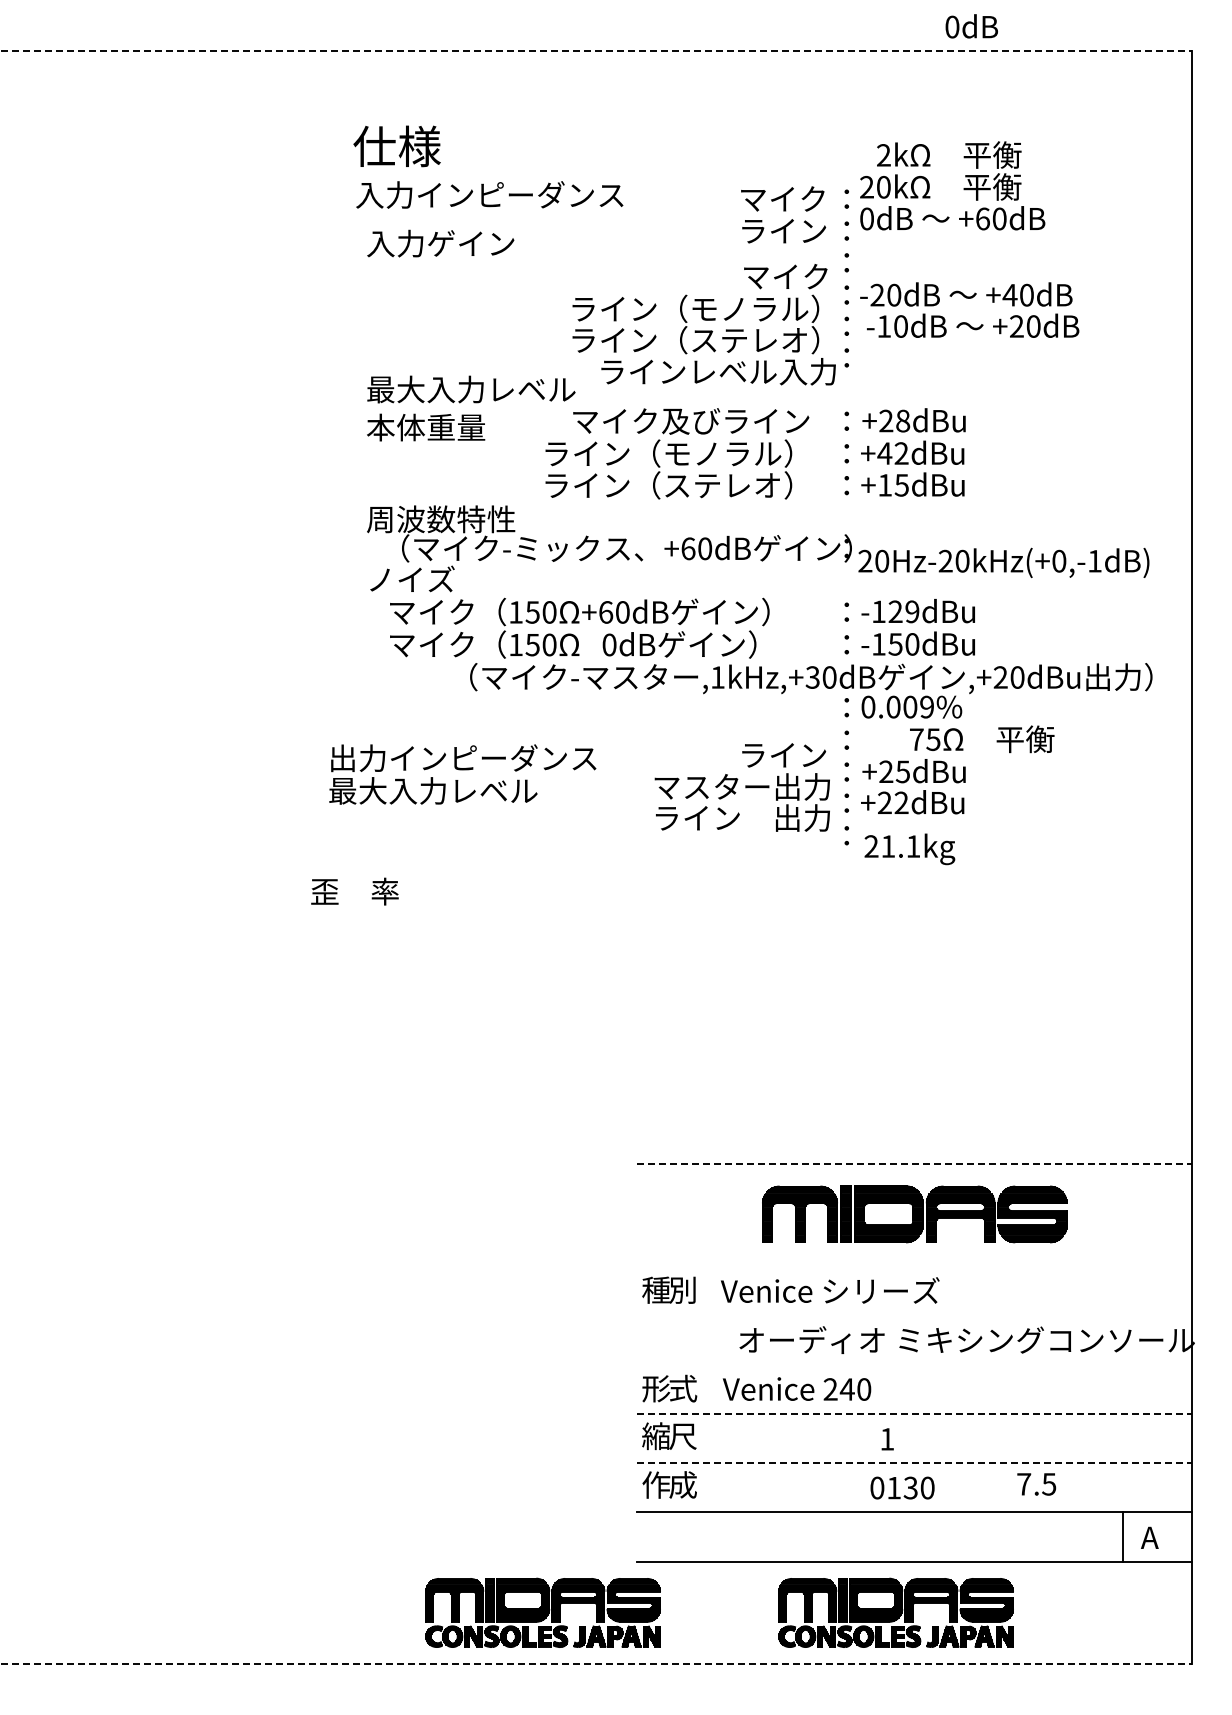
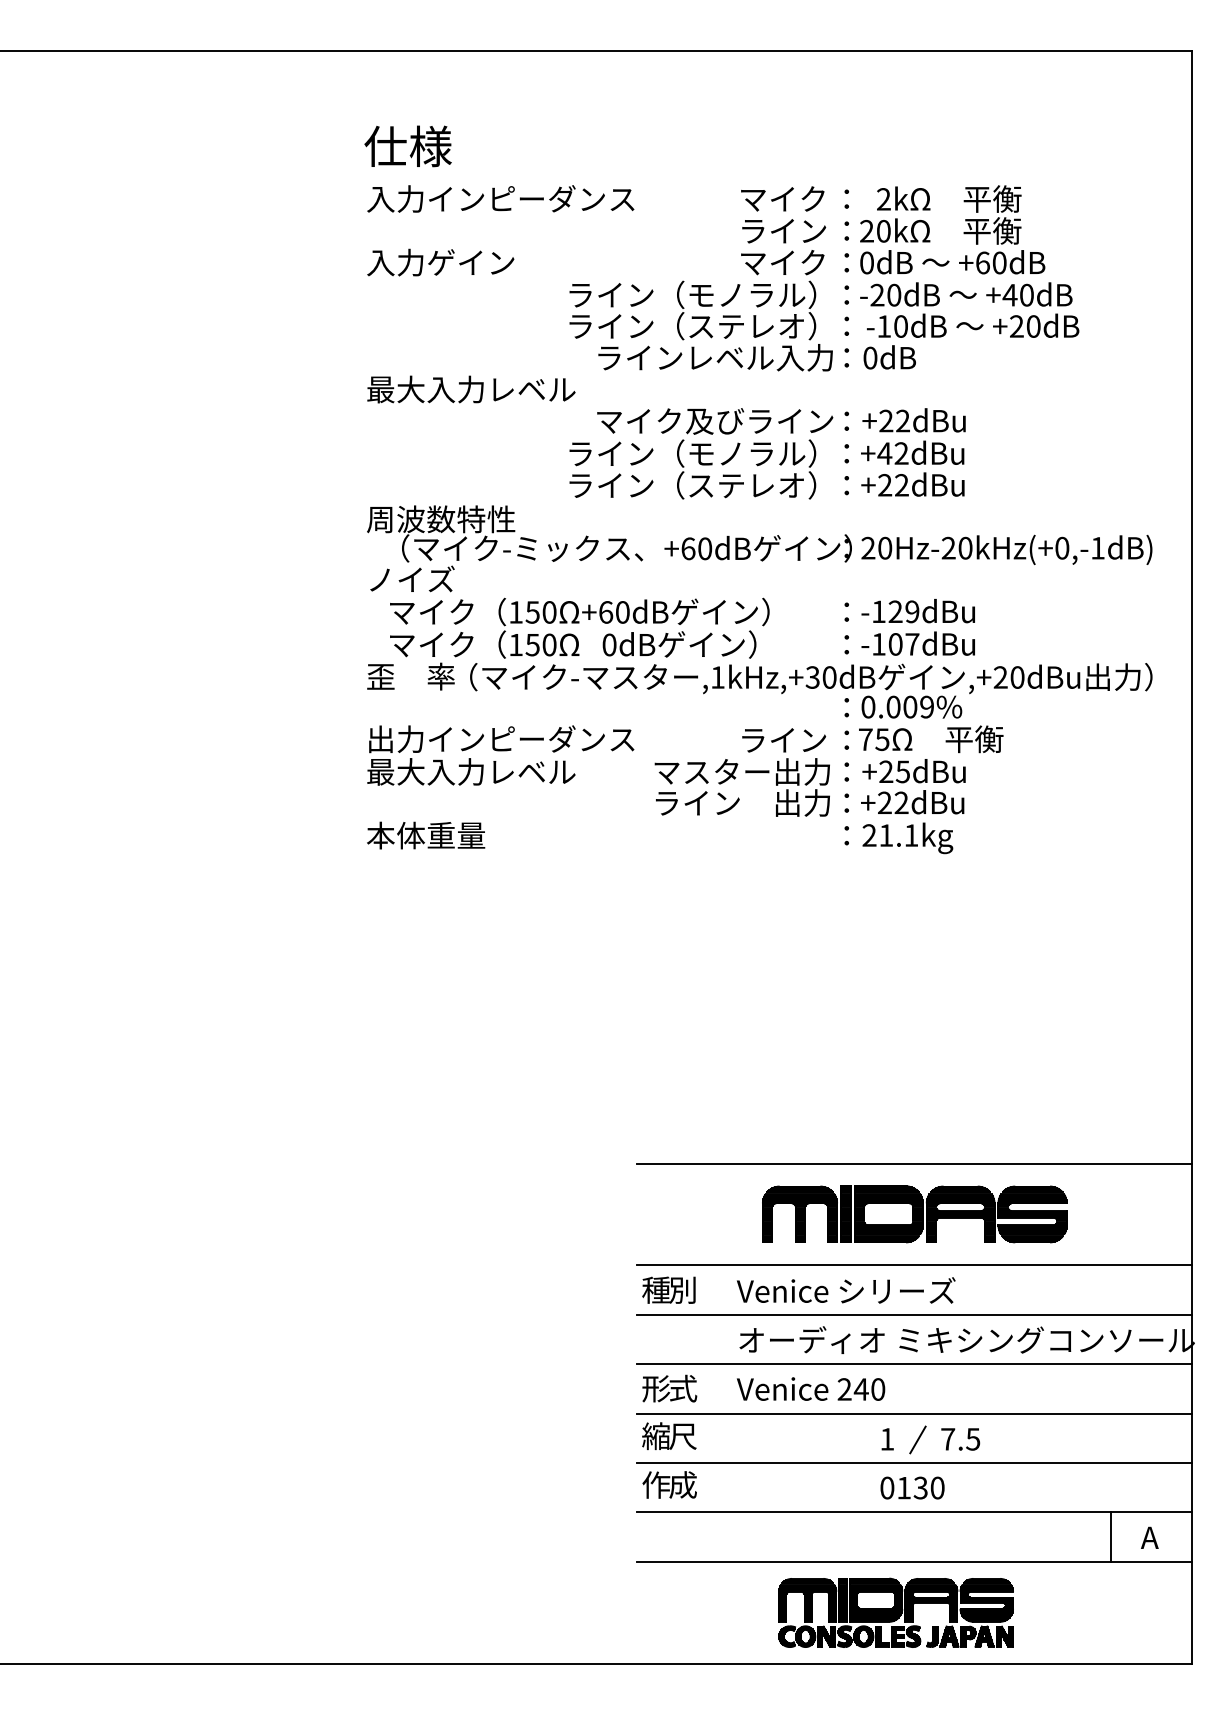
text at (971, 26) position: (971, 26) -> (889, 357)
line at (596, 51): dashed -> solid
text at (396, 146) position: (396, 146) -> (407, 146)
text at (952, 185) position: (952, 185) -> (952, 229)
text at (489, 194) position: (489, 194) -> (500, 198)
text at (440, 243) position: (440, 243) -> (440, 262)
text at (703, 324) position: (703, 324) -> (700, 310)
text at (903, 420): +28dBu -> +22dBu
text at (426, 427) position: (426, 427) -> (426, 835)
text at (677, 453) position: (677, 453) -> (701, 453)
text at (893, 484): +15dBu -> +22dBu
text at (1003, 562) position: (1003, 562) -> (1006, 549)
text at (903, 644): -150dBu -> -107dBu
text at (982, 739) position: (982, 739) -> (931, 739)
text at (462, 774) position: (462, 774) -> (500, 755)
text at (741, 787) position: (741, 787) -> (741, 772)
text at (909, 849) position: (909, 849) -> (907, 838)
text at (354, 891) position: (354, 891) -> (410, 676)
line at (915, 1163): dashed -> solid
line at (914, 1265): none -> present
text at (830, 1290) position: (830, 1290) -> (846, 1290)
line at (914, 1314): none -> present
line at (914, 1364): none -> present
text at (796, 1388) position: (796, 1388) -> (810, 1388)
line at (915, 1413): dashed -> solid
line at (917, 1439): none -> present
line at (915, 1462): dashed -> solid
text at (1036, 1484) position: (1036, 1484) -> (960, 1439)
text at (902, 1487) position: (902, 1487) -> (912, 1487)
line at (1122, 1536) position: (1122, 1536) -> (1110, 1536)
part at (542, 1612): present -> none
line at (596, 1663): dashed -> solid
